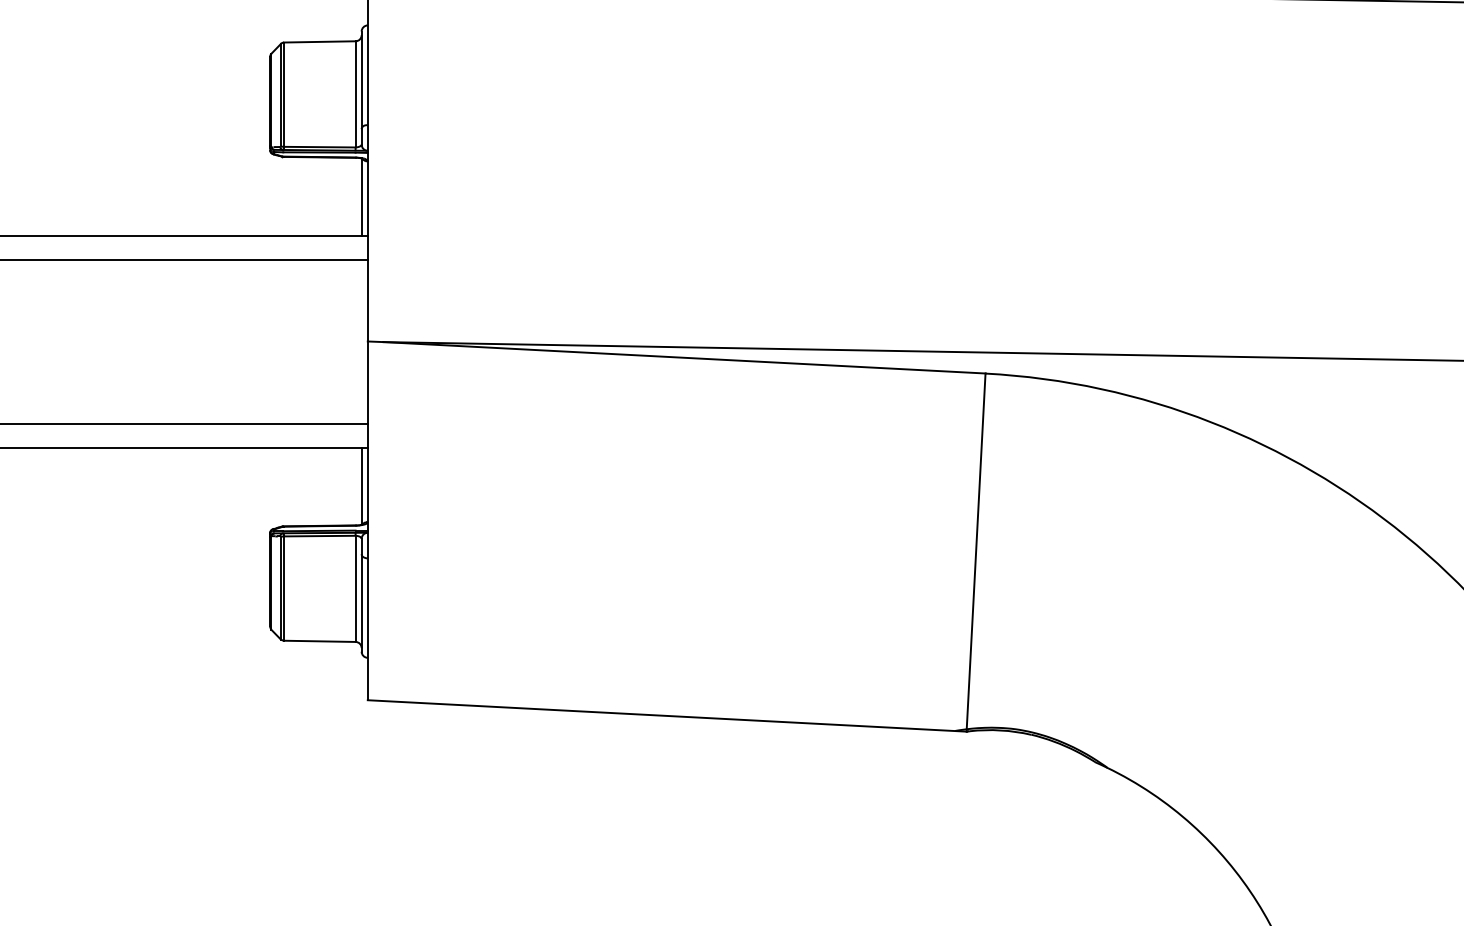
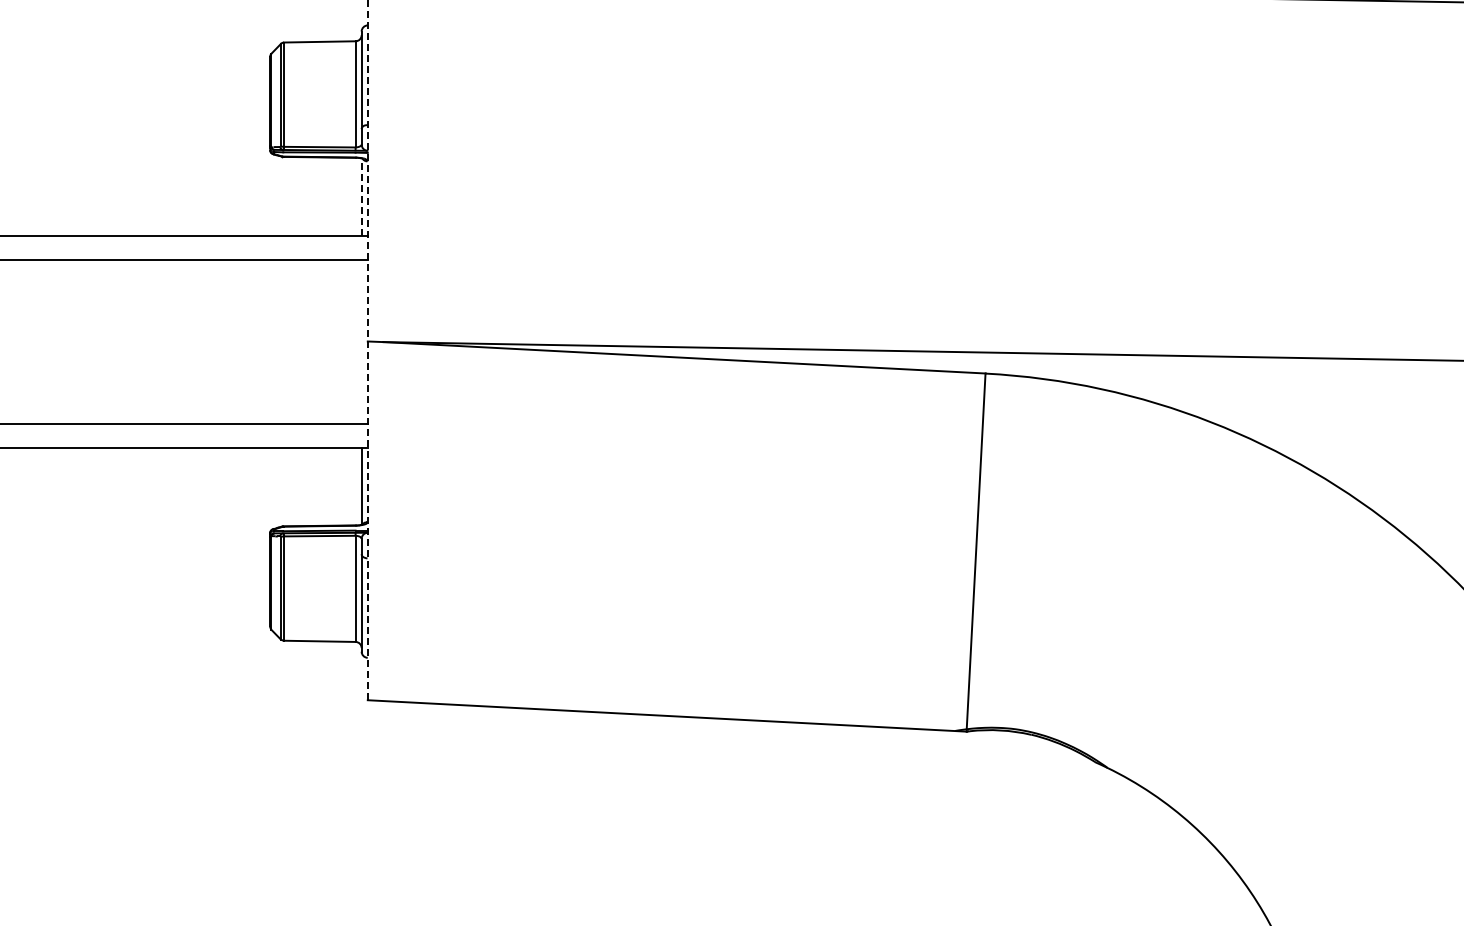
line at (361, 197): solid -> dashed
line at (367, 350): solid -> dashed
